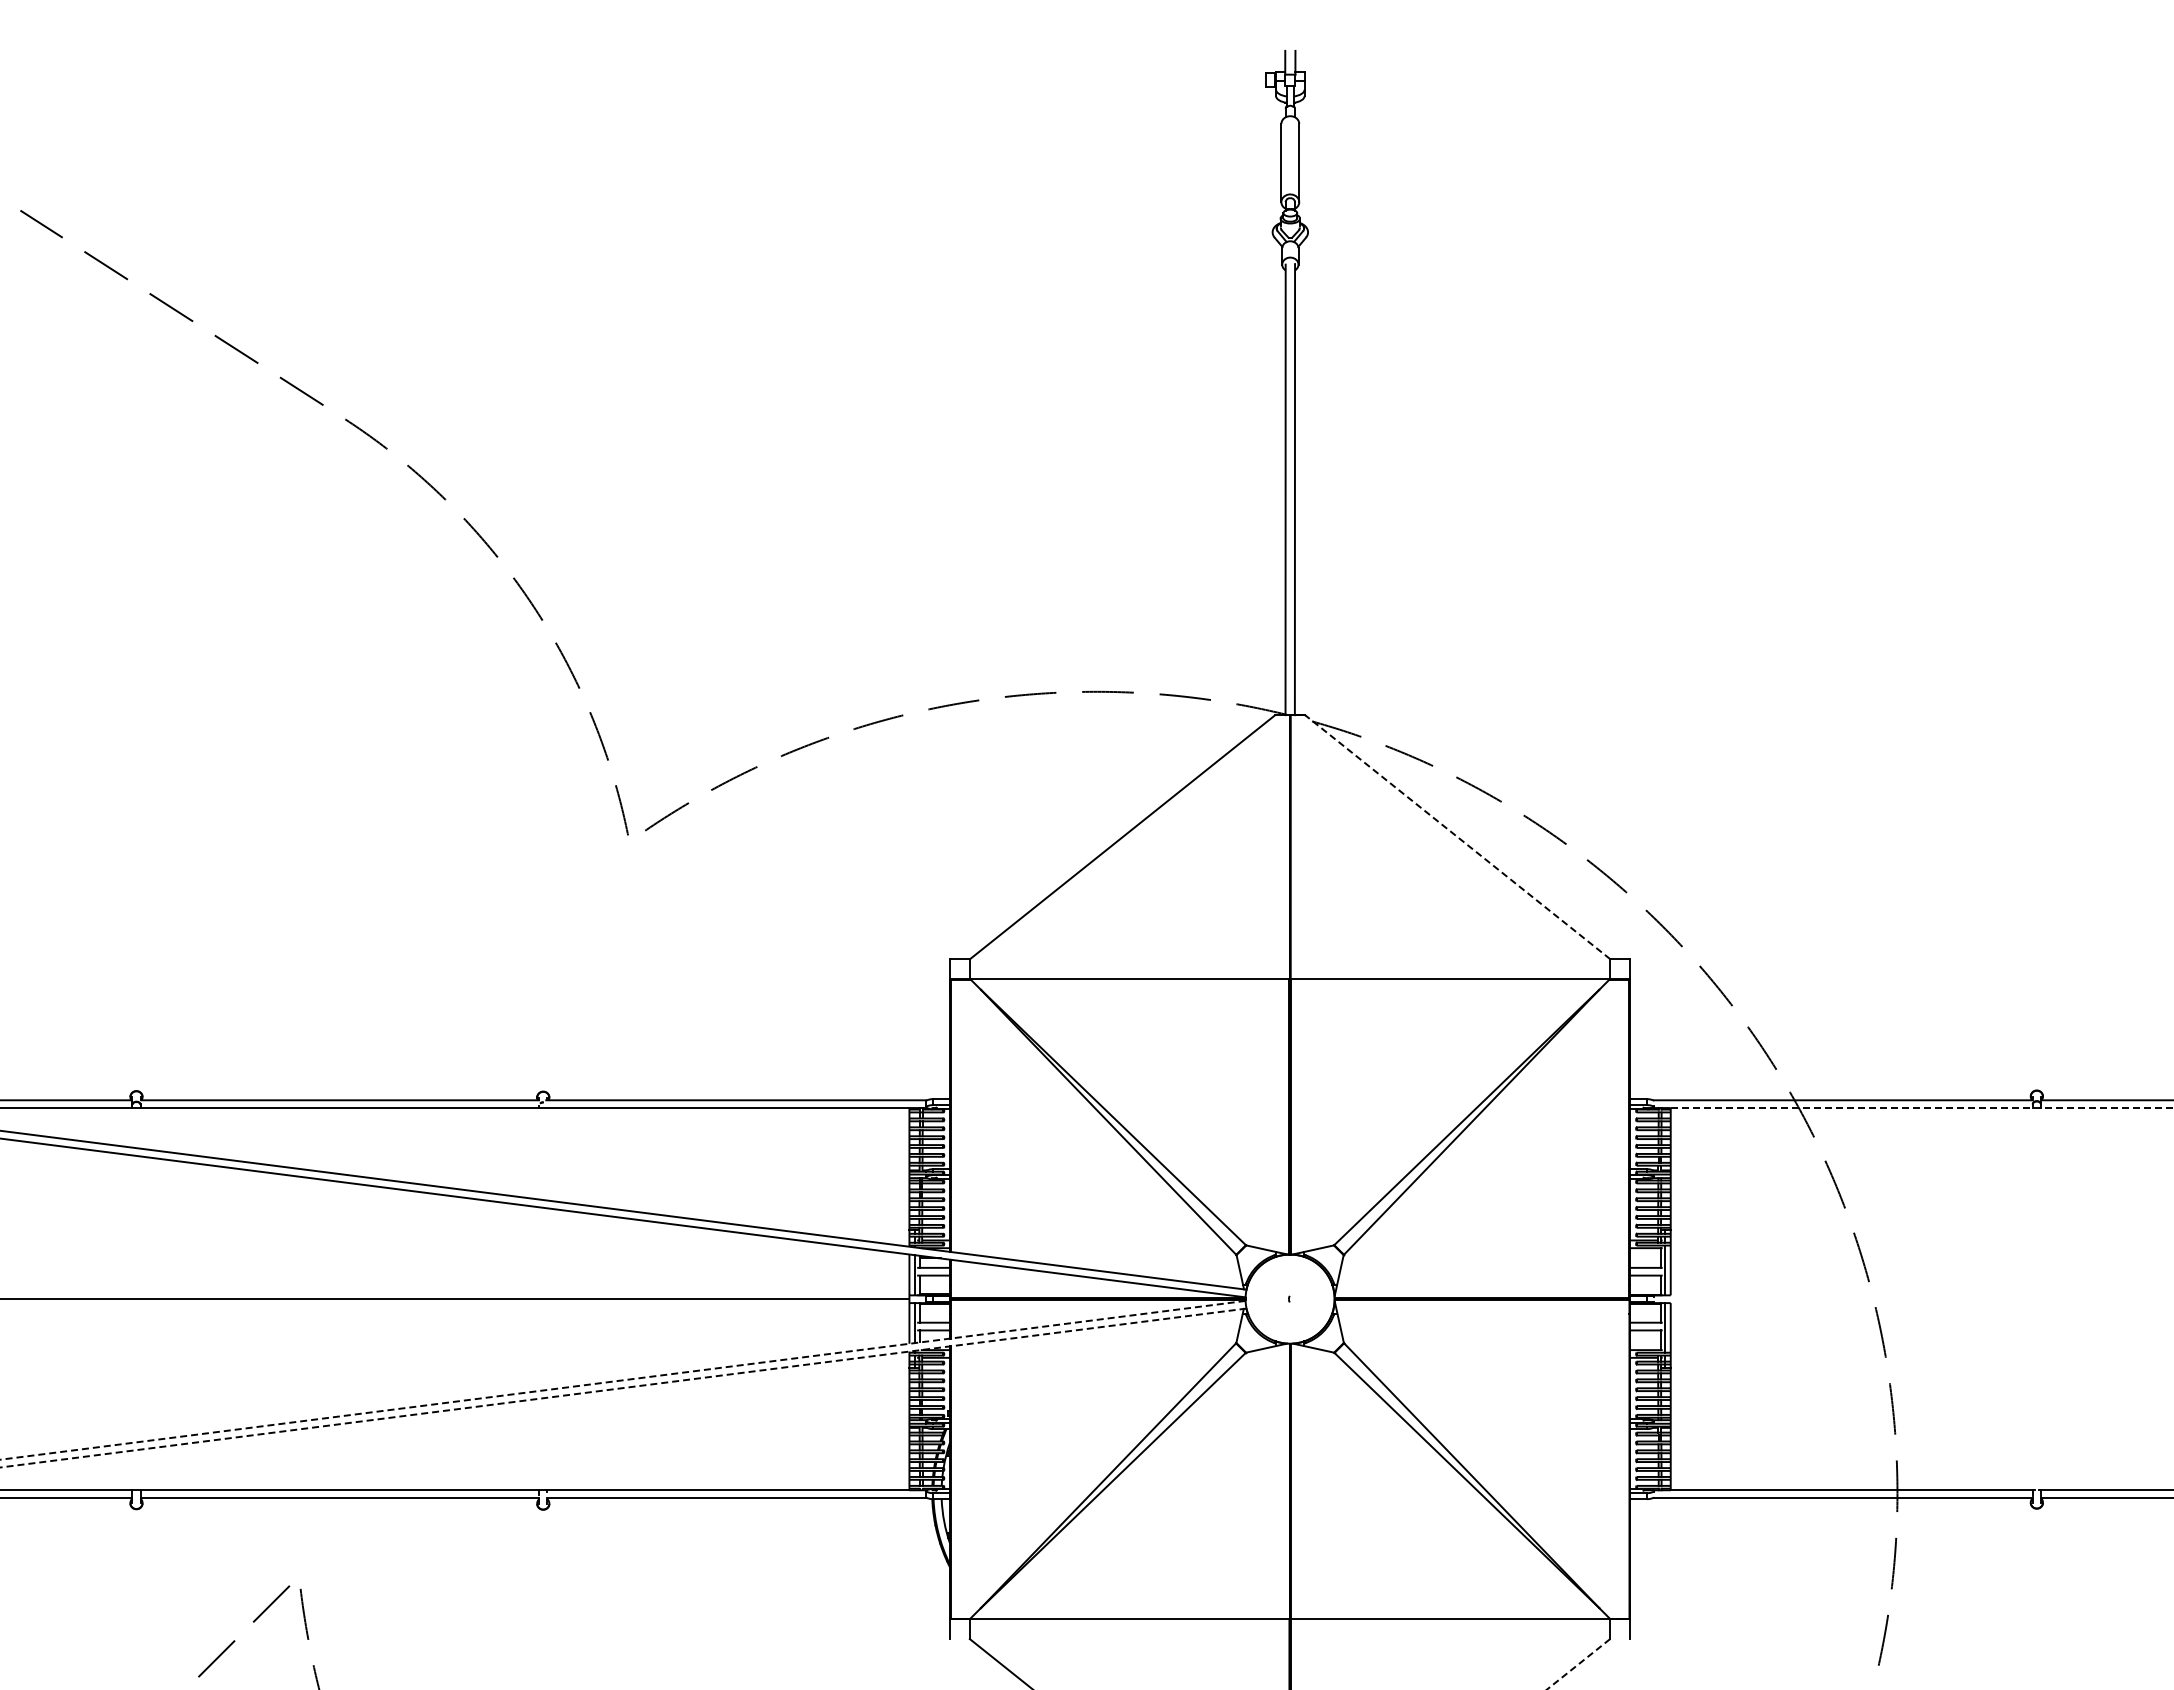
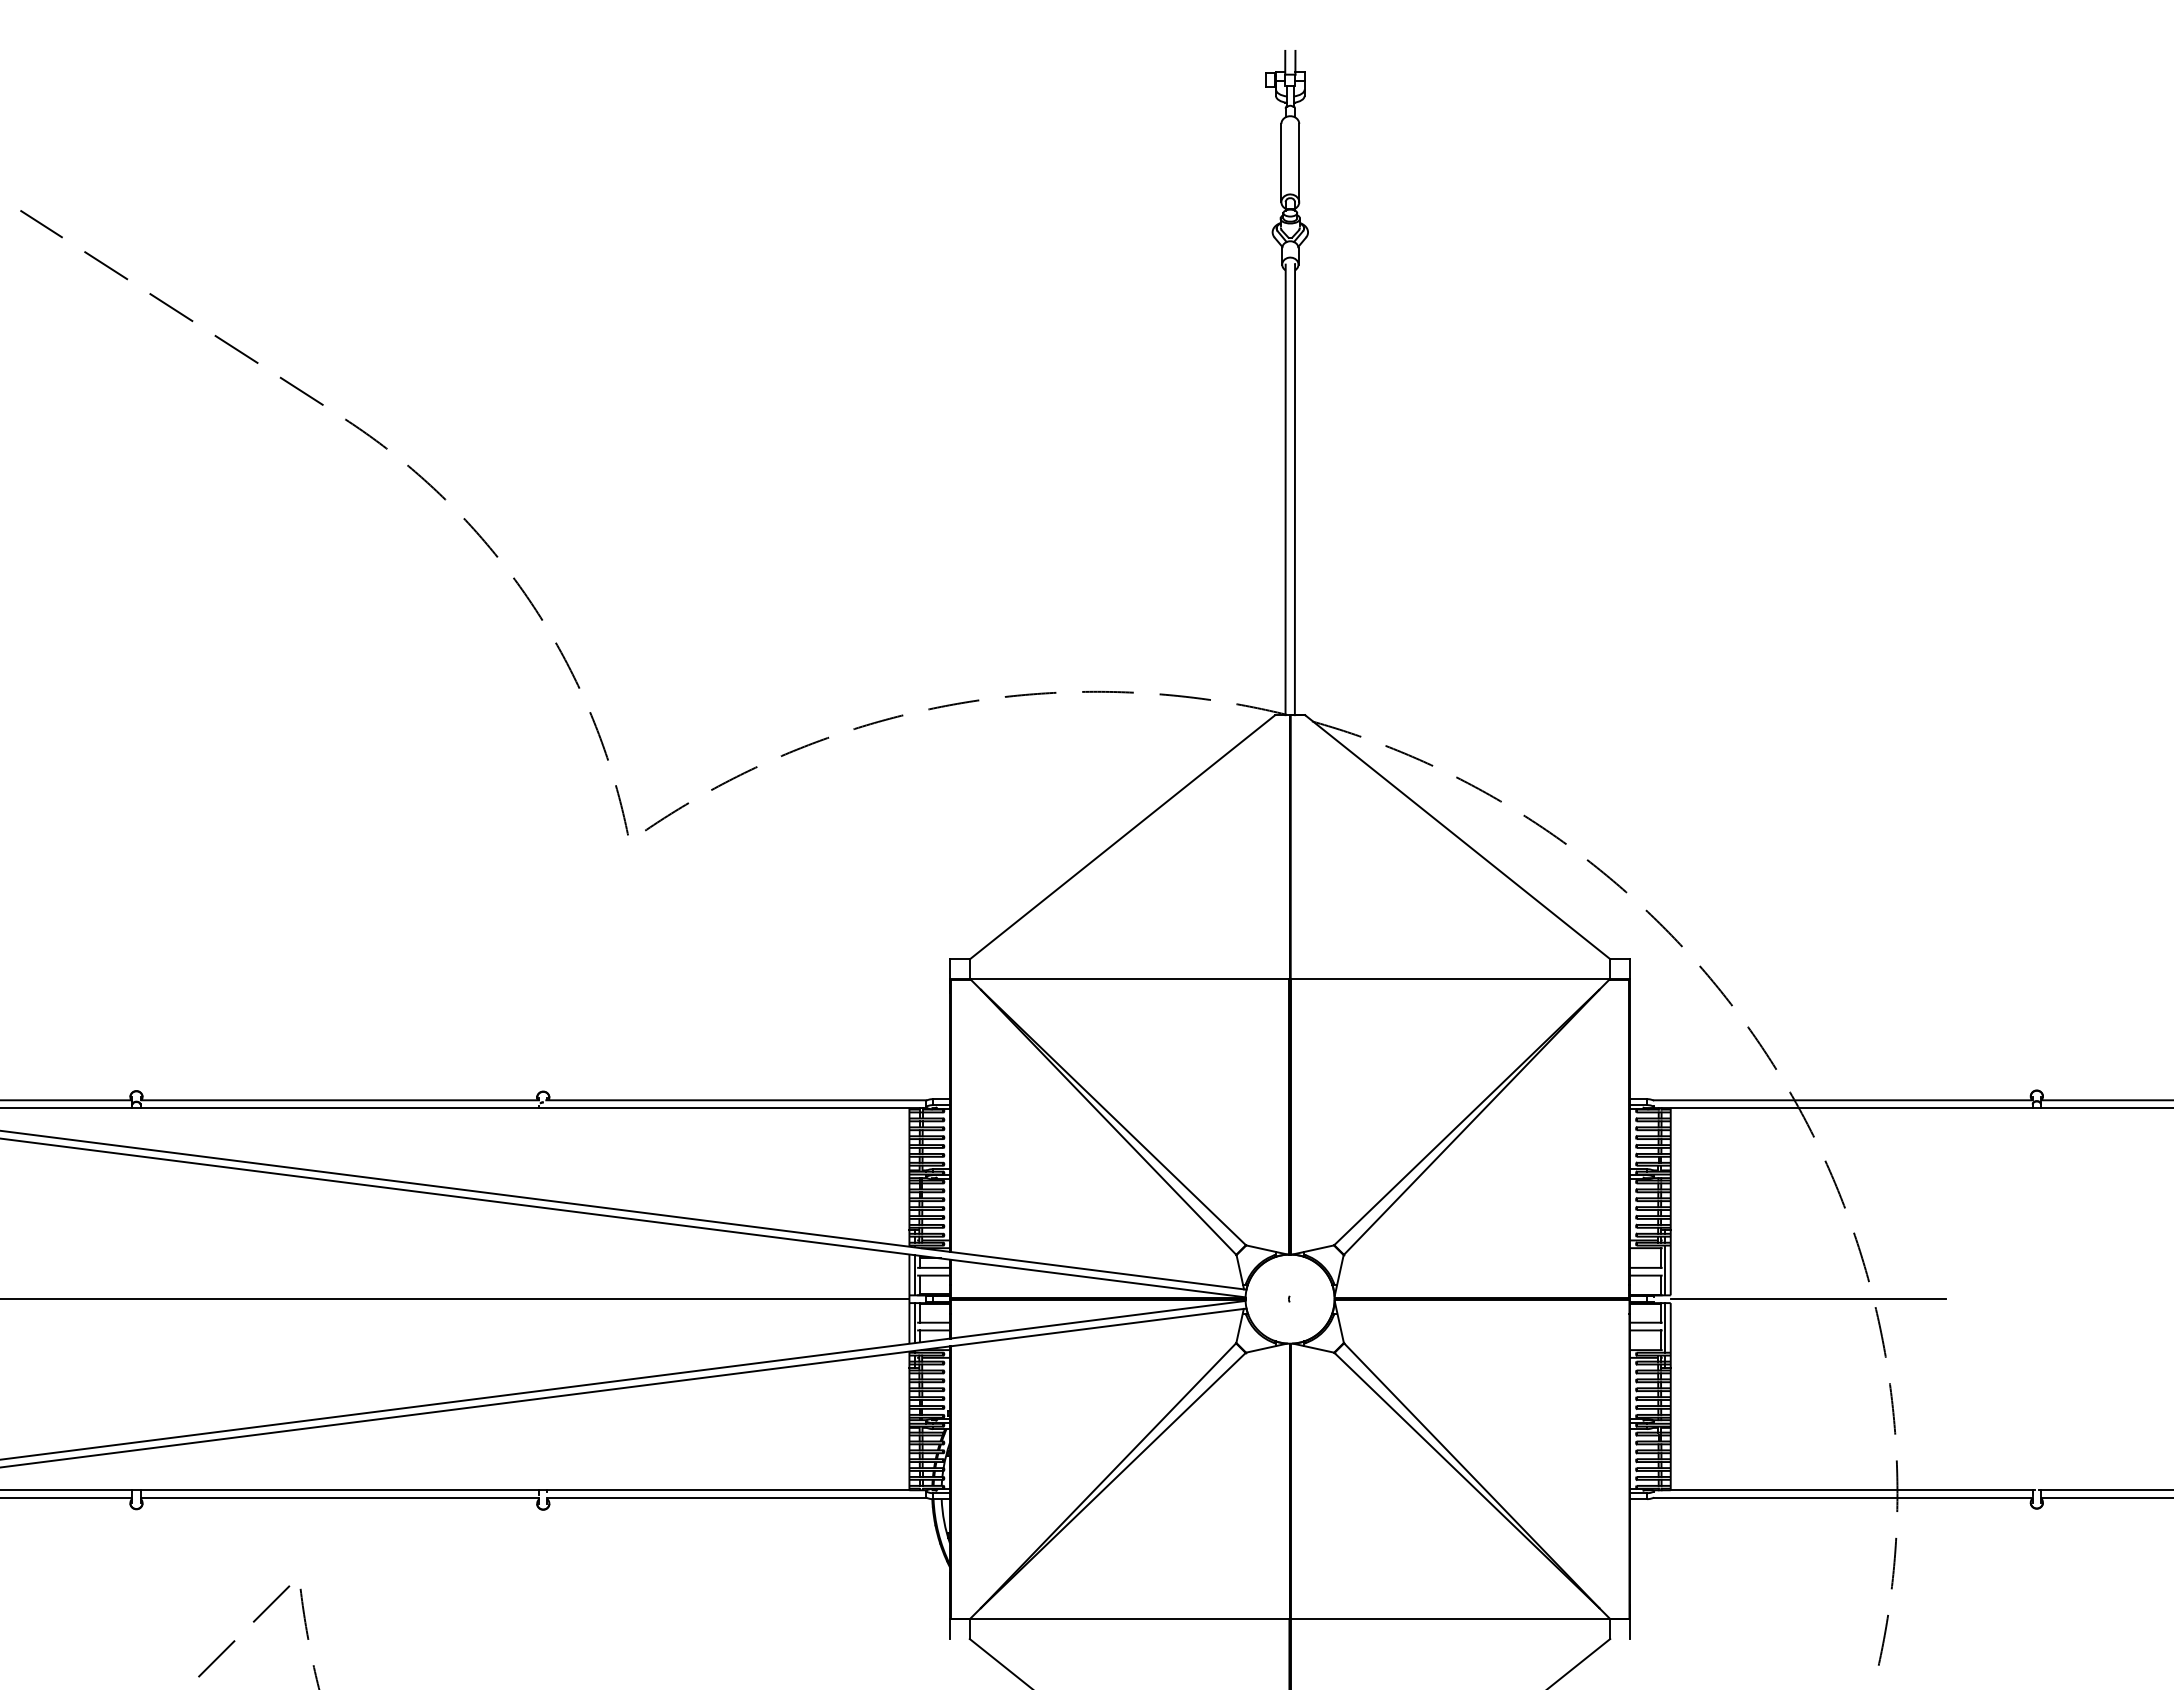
line at (1457, 836): dashed -> solid
line at (1922, 1107): dashed -> solid
line at (1808, 1299): none -> present
line at (622, 1380): dashed -> solid
line at (623, 1388): dashed -> solid
line at (1578, 1664): dashed -> solid
